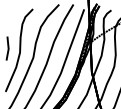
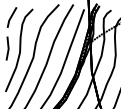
line at (11, 17): none -> present
